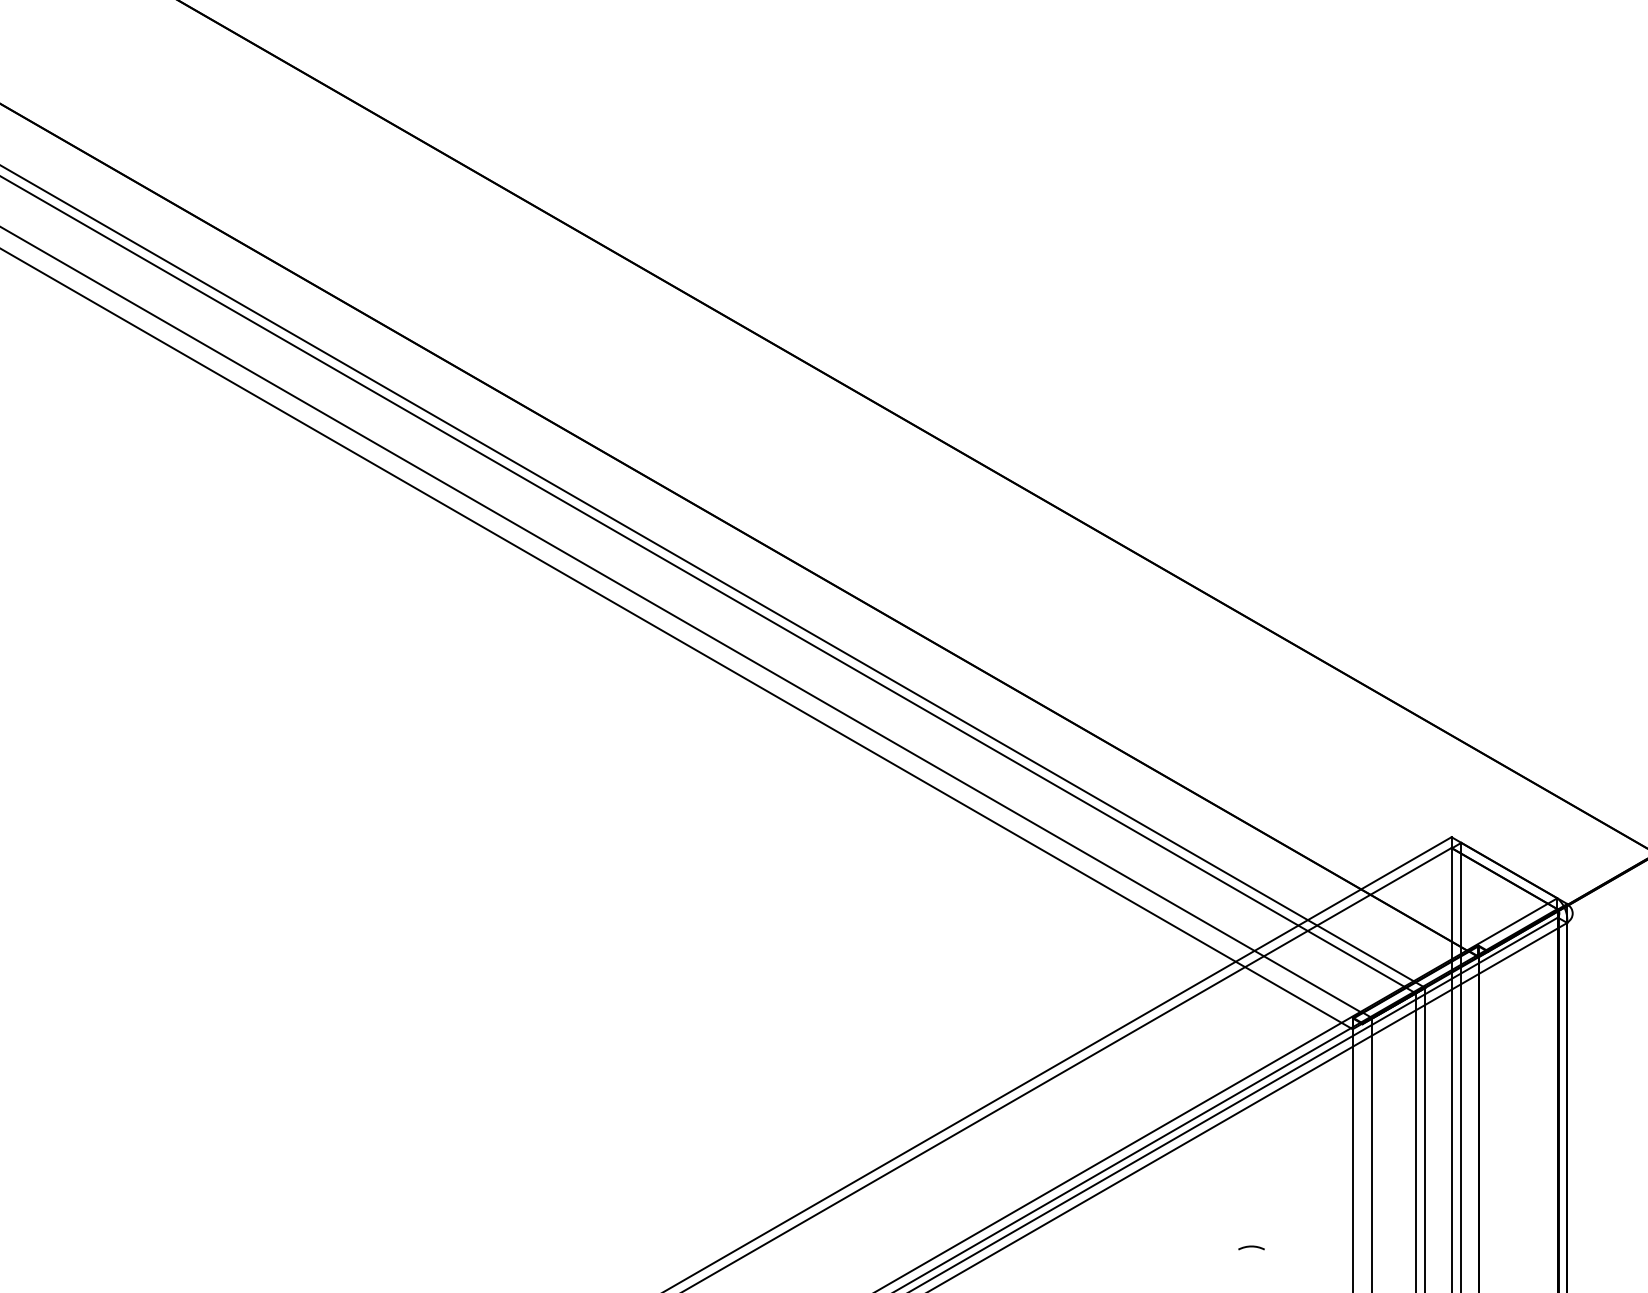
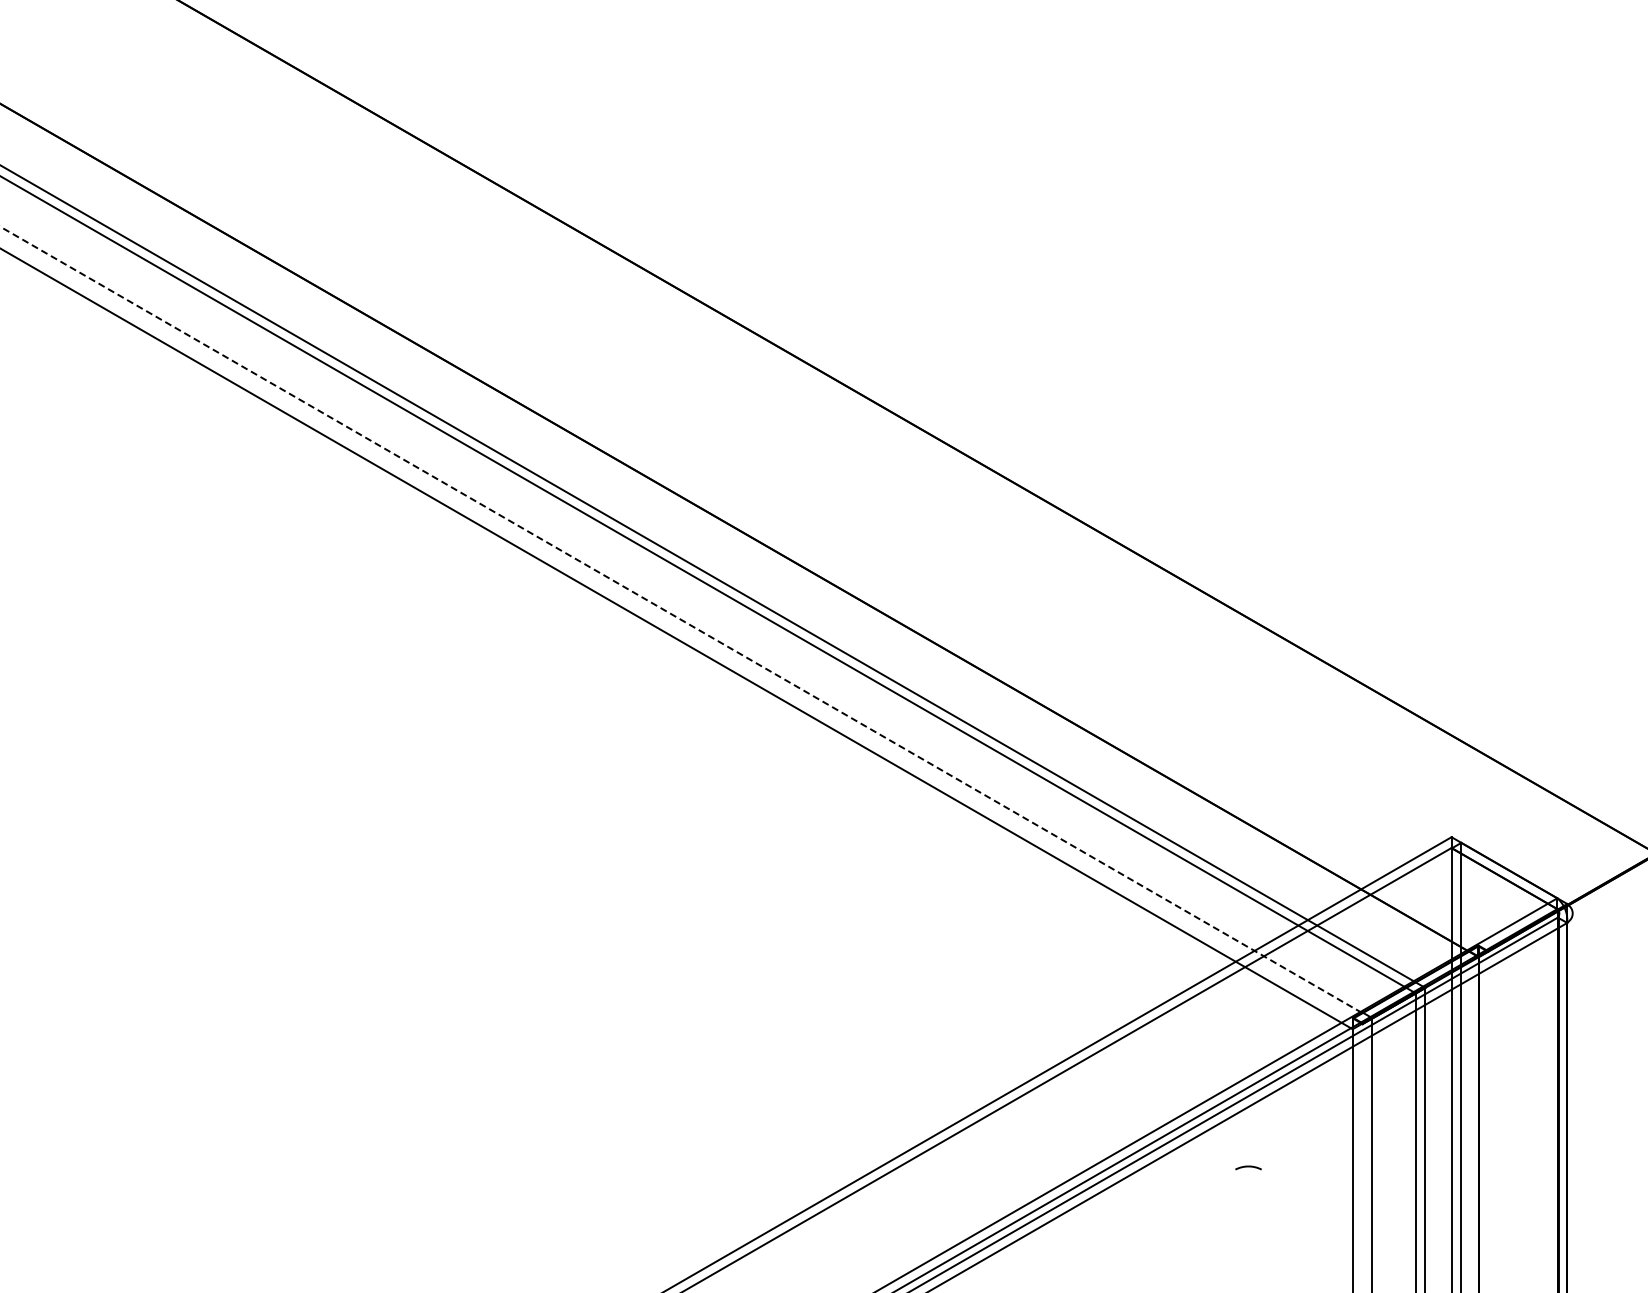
line at (681, 619): solid -> dashed
arc at (1251, 1247) position: (1251, 1247) -> (1248, 1167)
